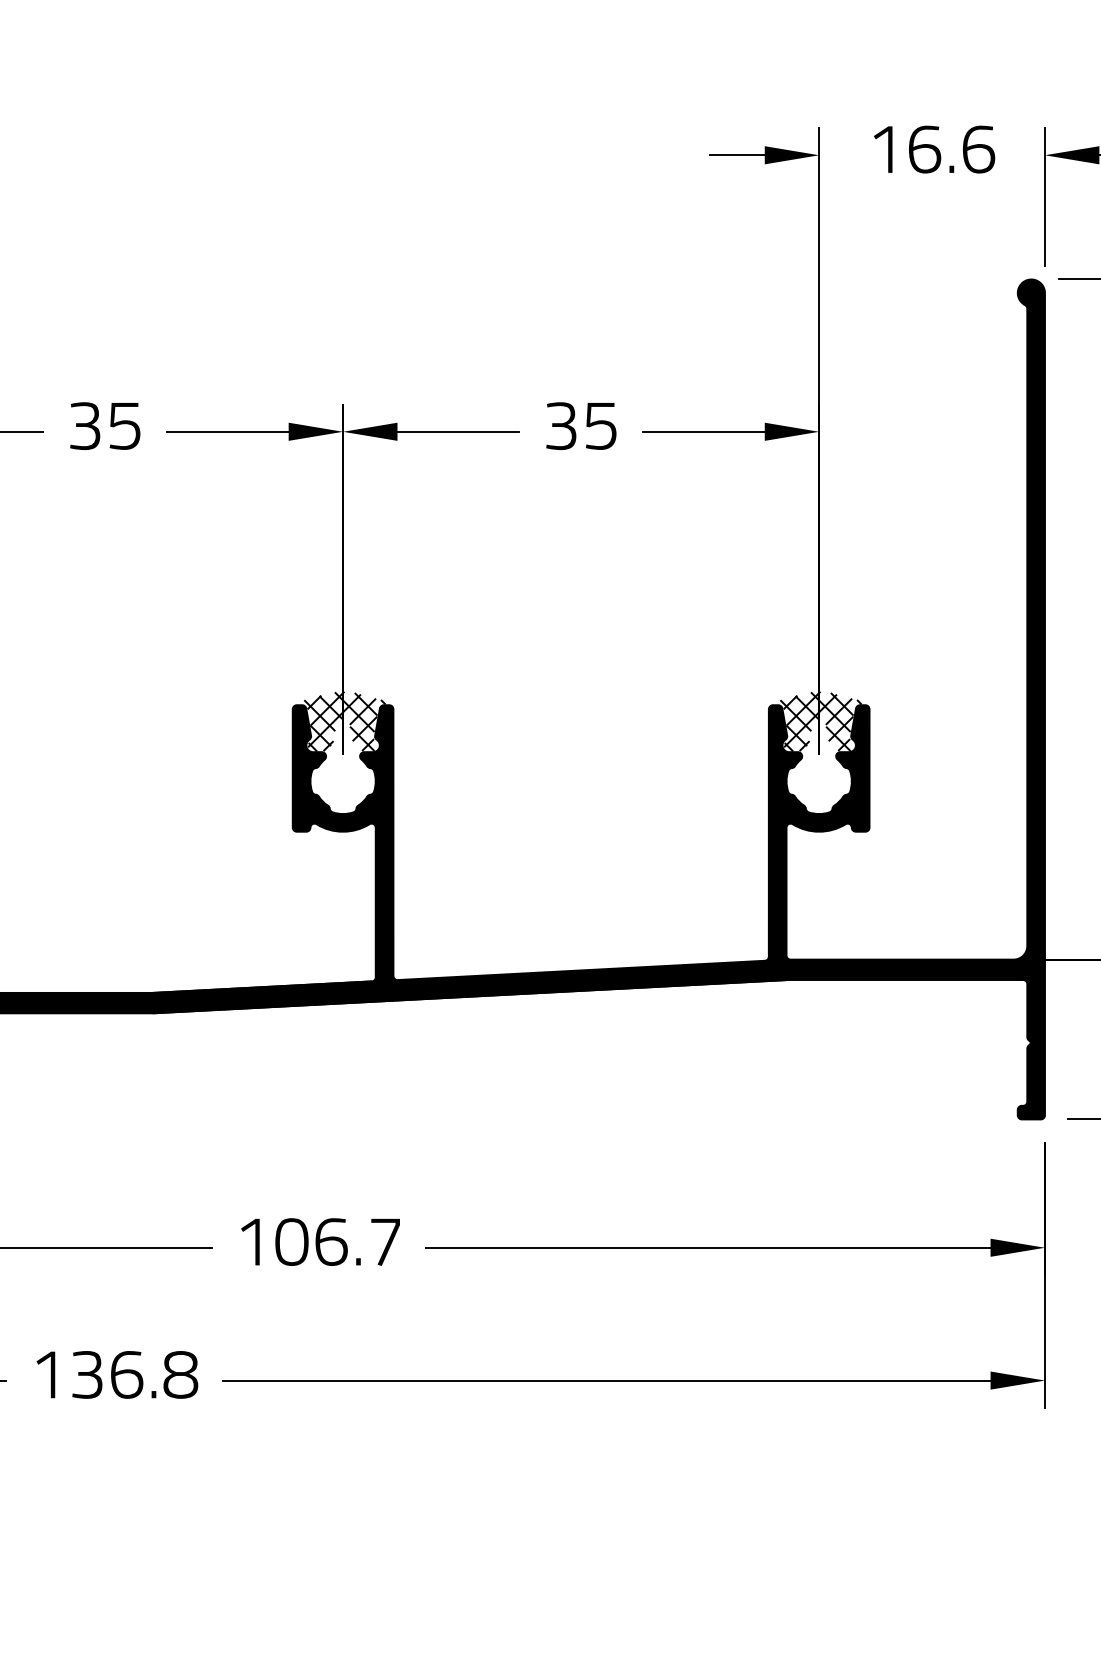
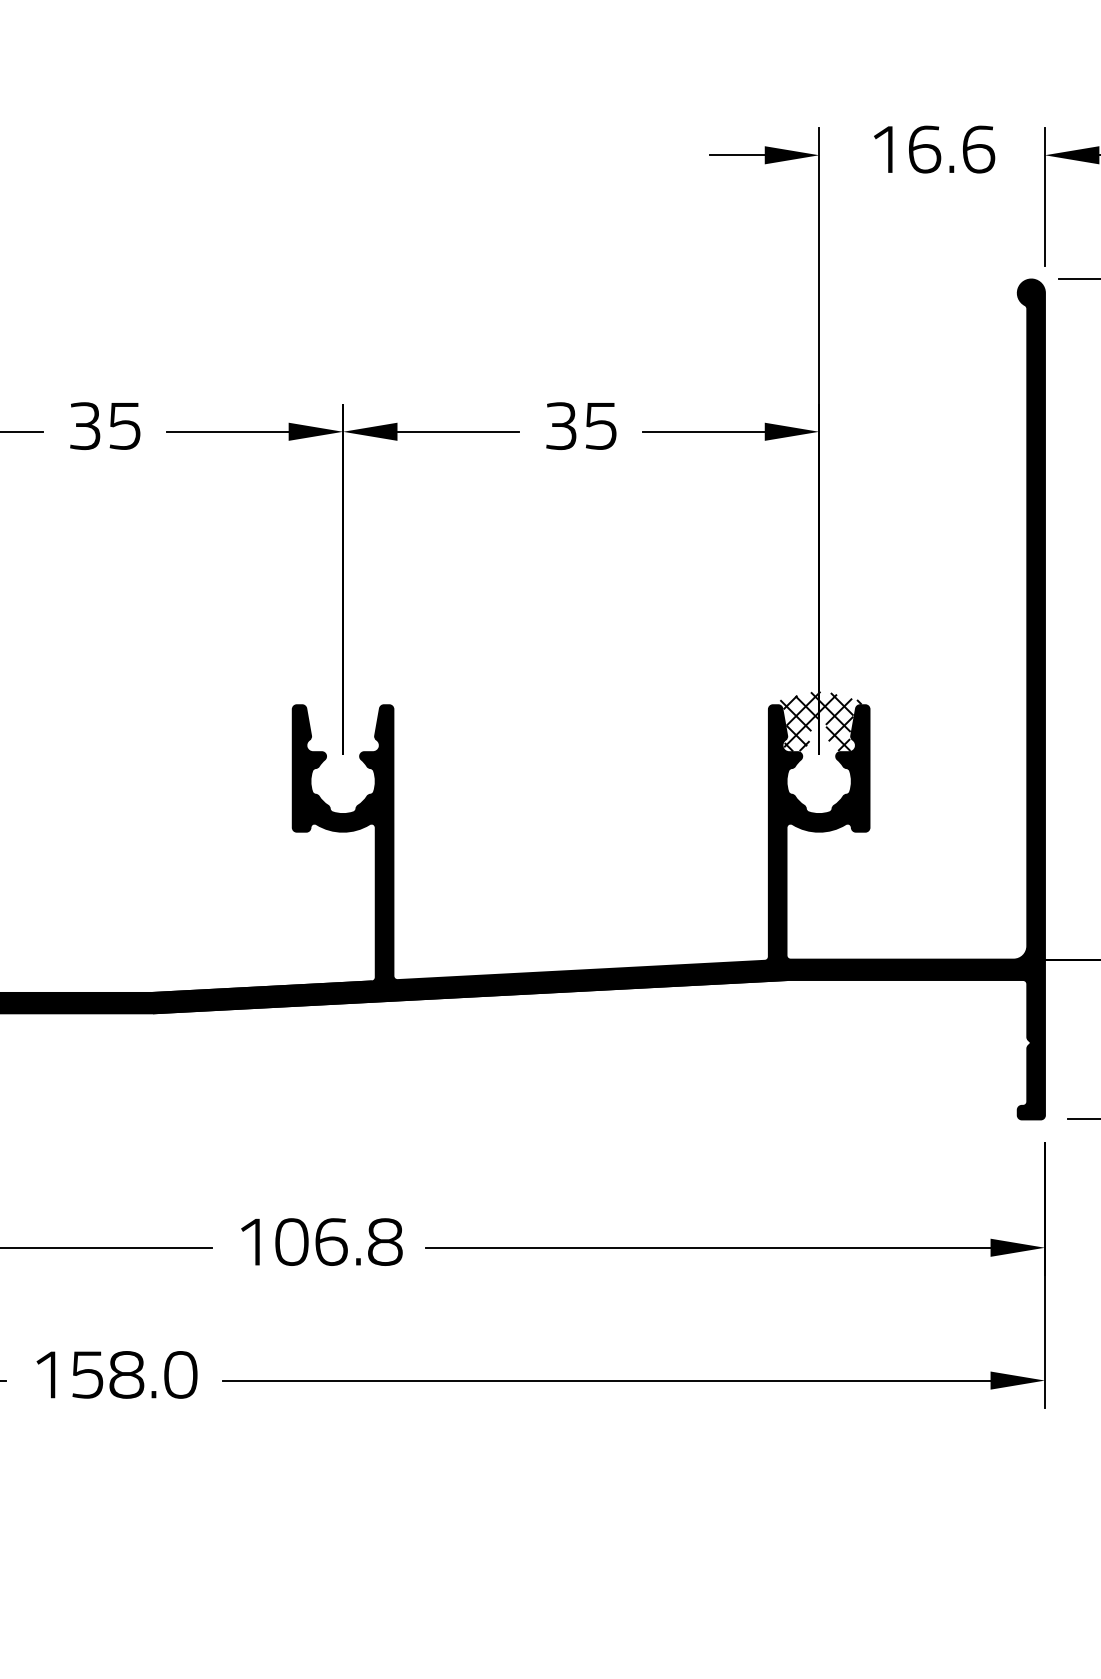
hatch at (344, 721): present -> none
text at (385, 1241): 106.7 -> 106.8
text at (135, 1374): 136.8 -> 158.0
